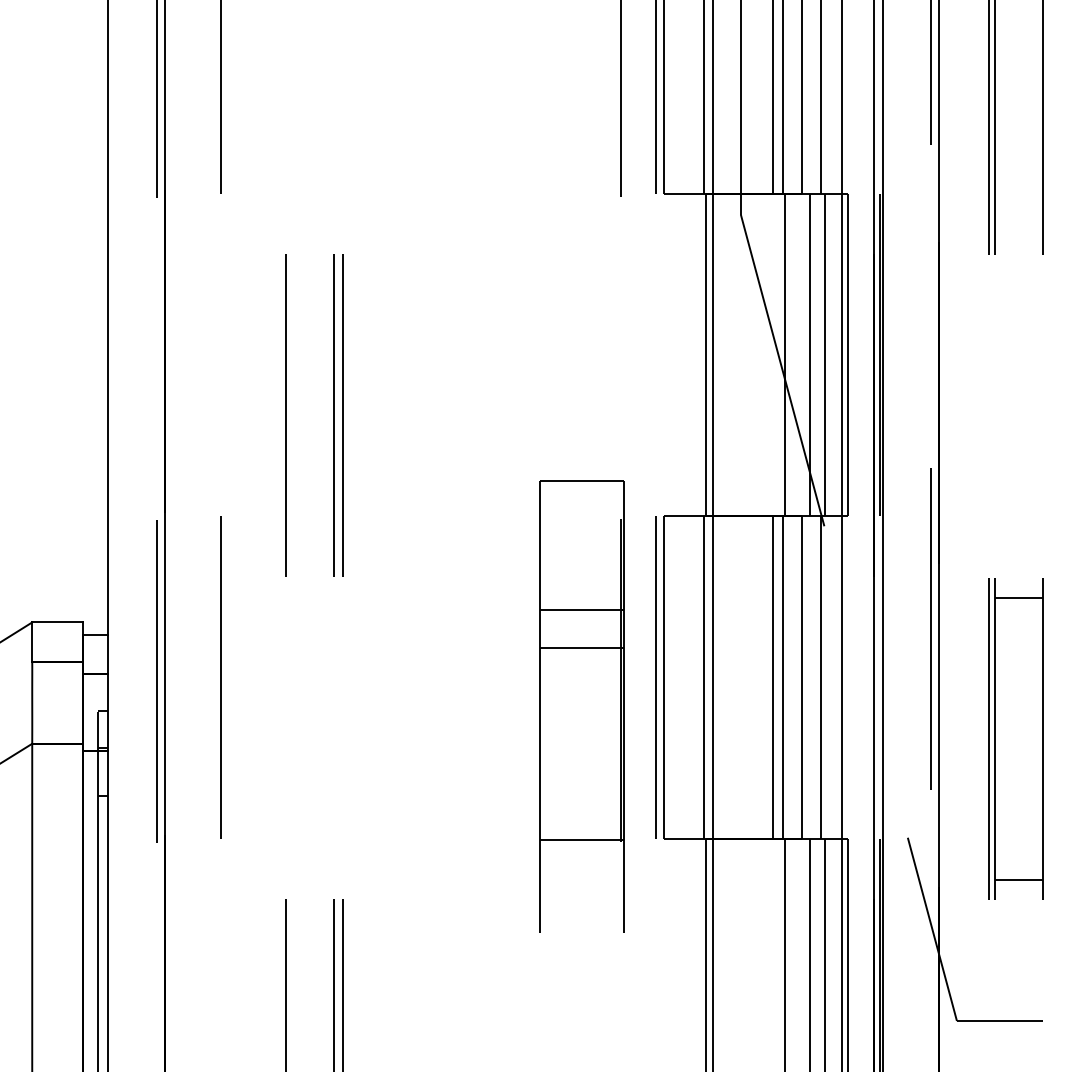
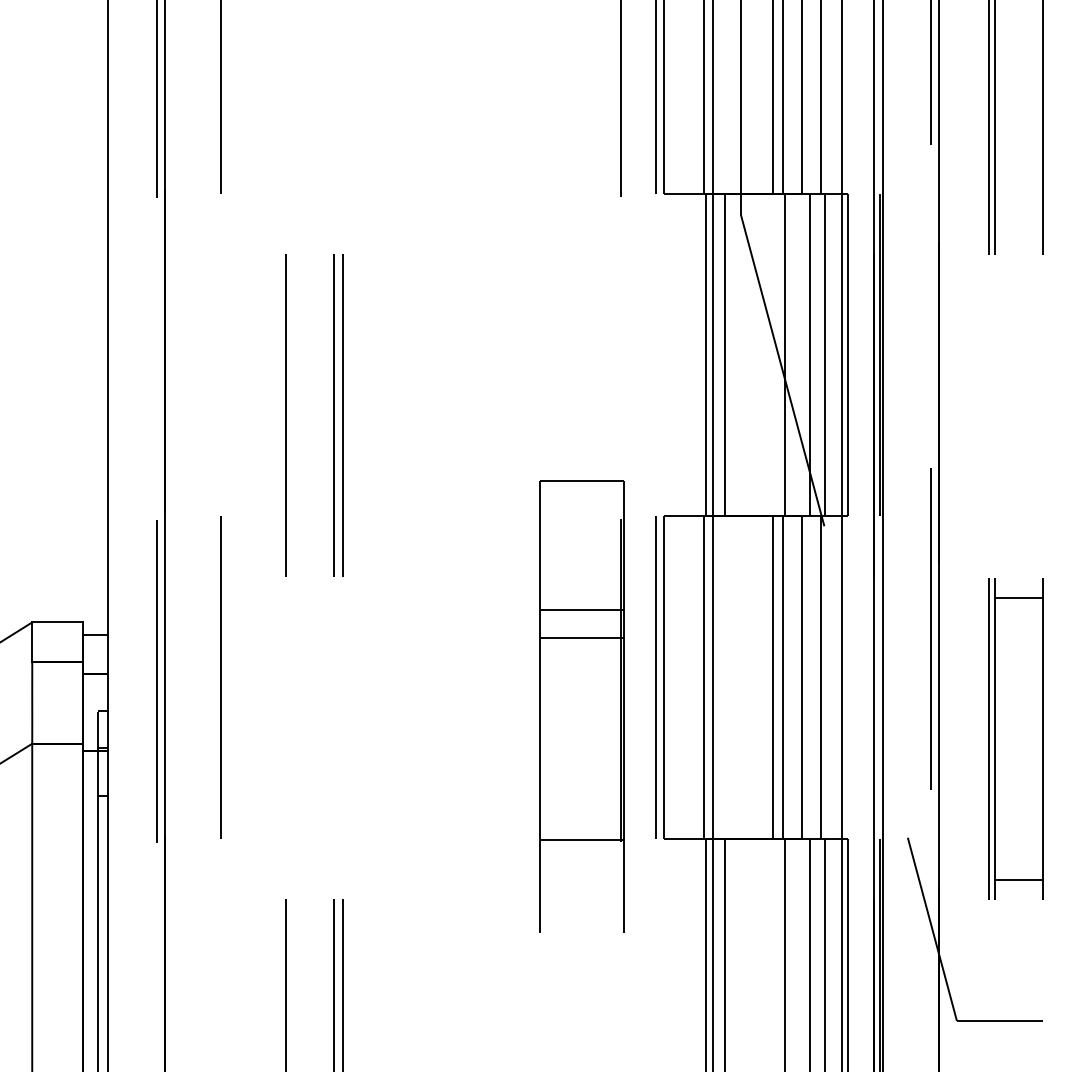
line at (725, 354): none -> present
line at (581, 648) position: (581, 648) -> (581, 638)
line at (725, 953): none -> present
